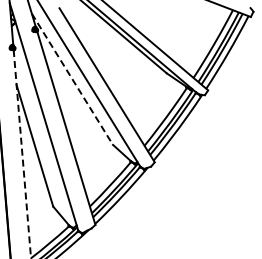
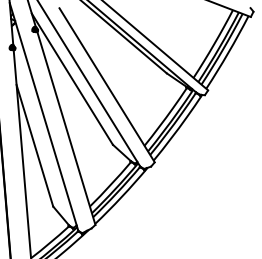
line at (72, 79): dashed -> solid
line at (22, 154): dashed -> solid
